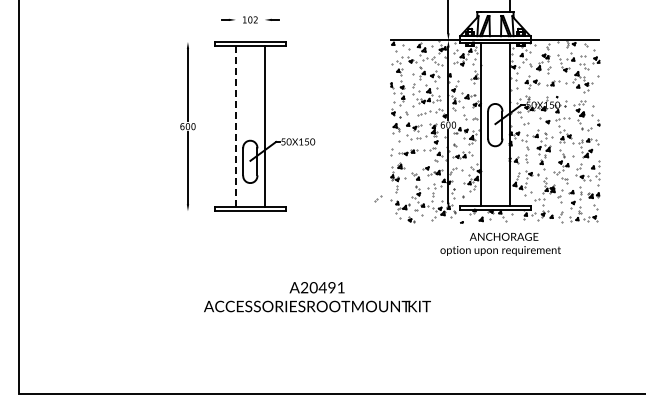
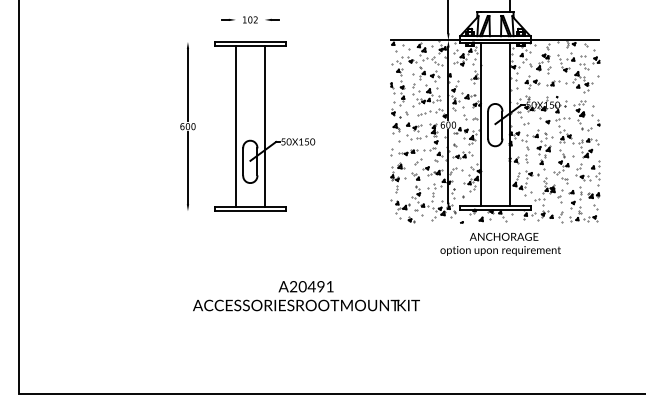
line at (235, 127): dashed -> solid
part at (378, 198) position: (378, 198) -> (418, 161)
text at (317, 297) position: (317, 297) -> (306, 296)
